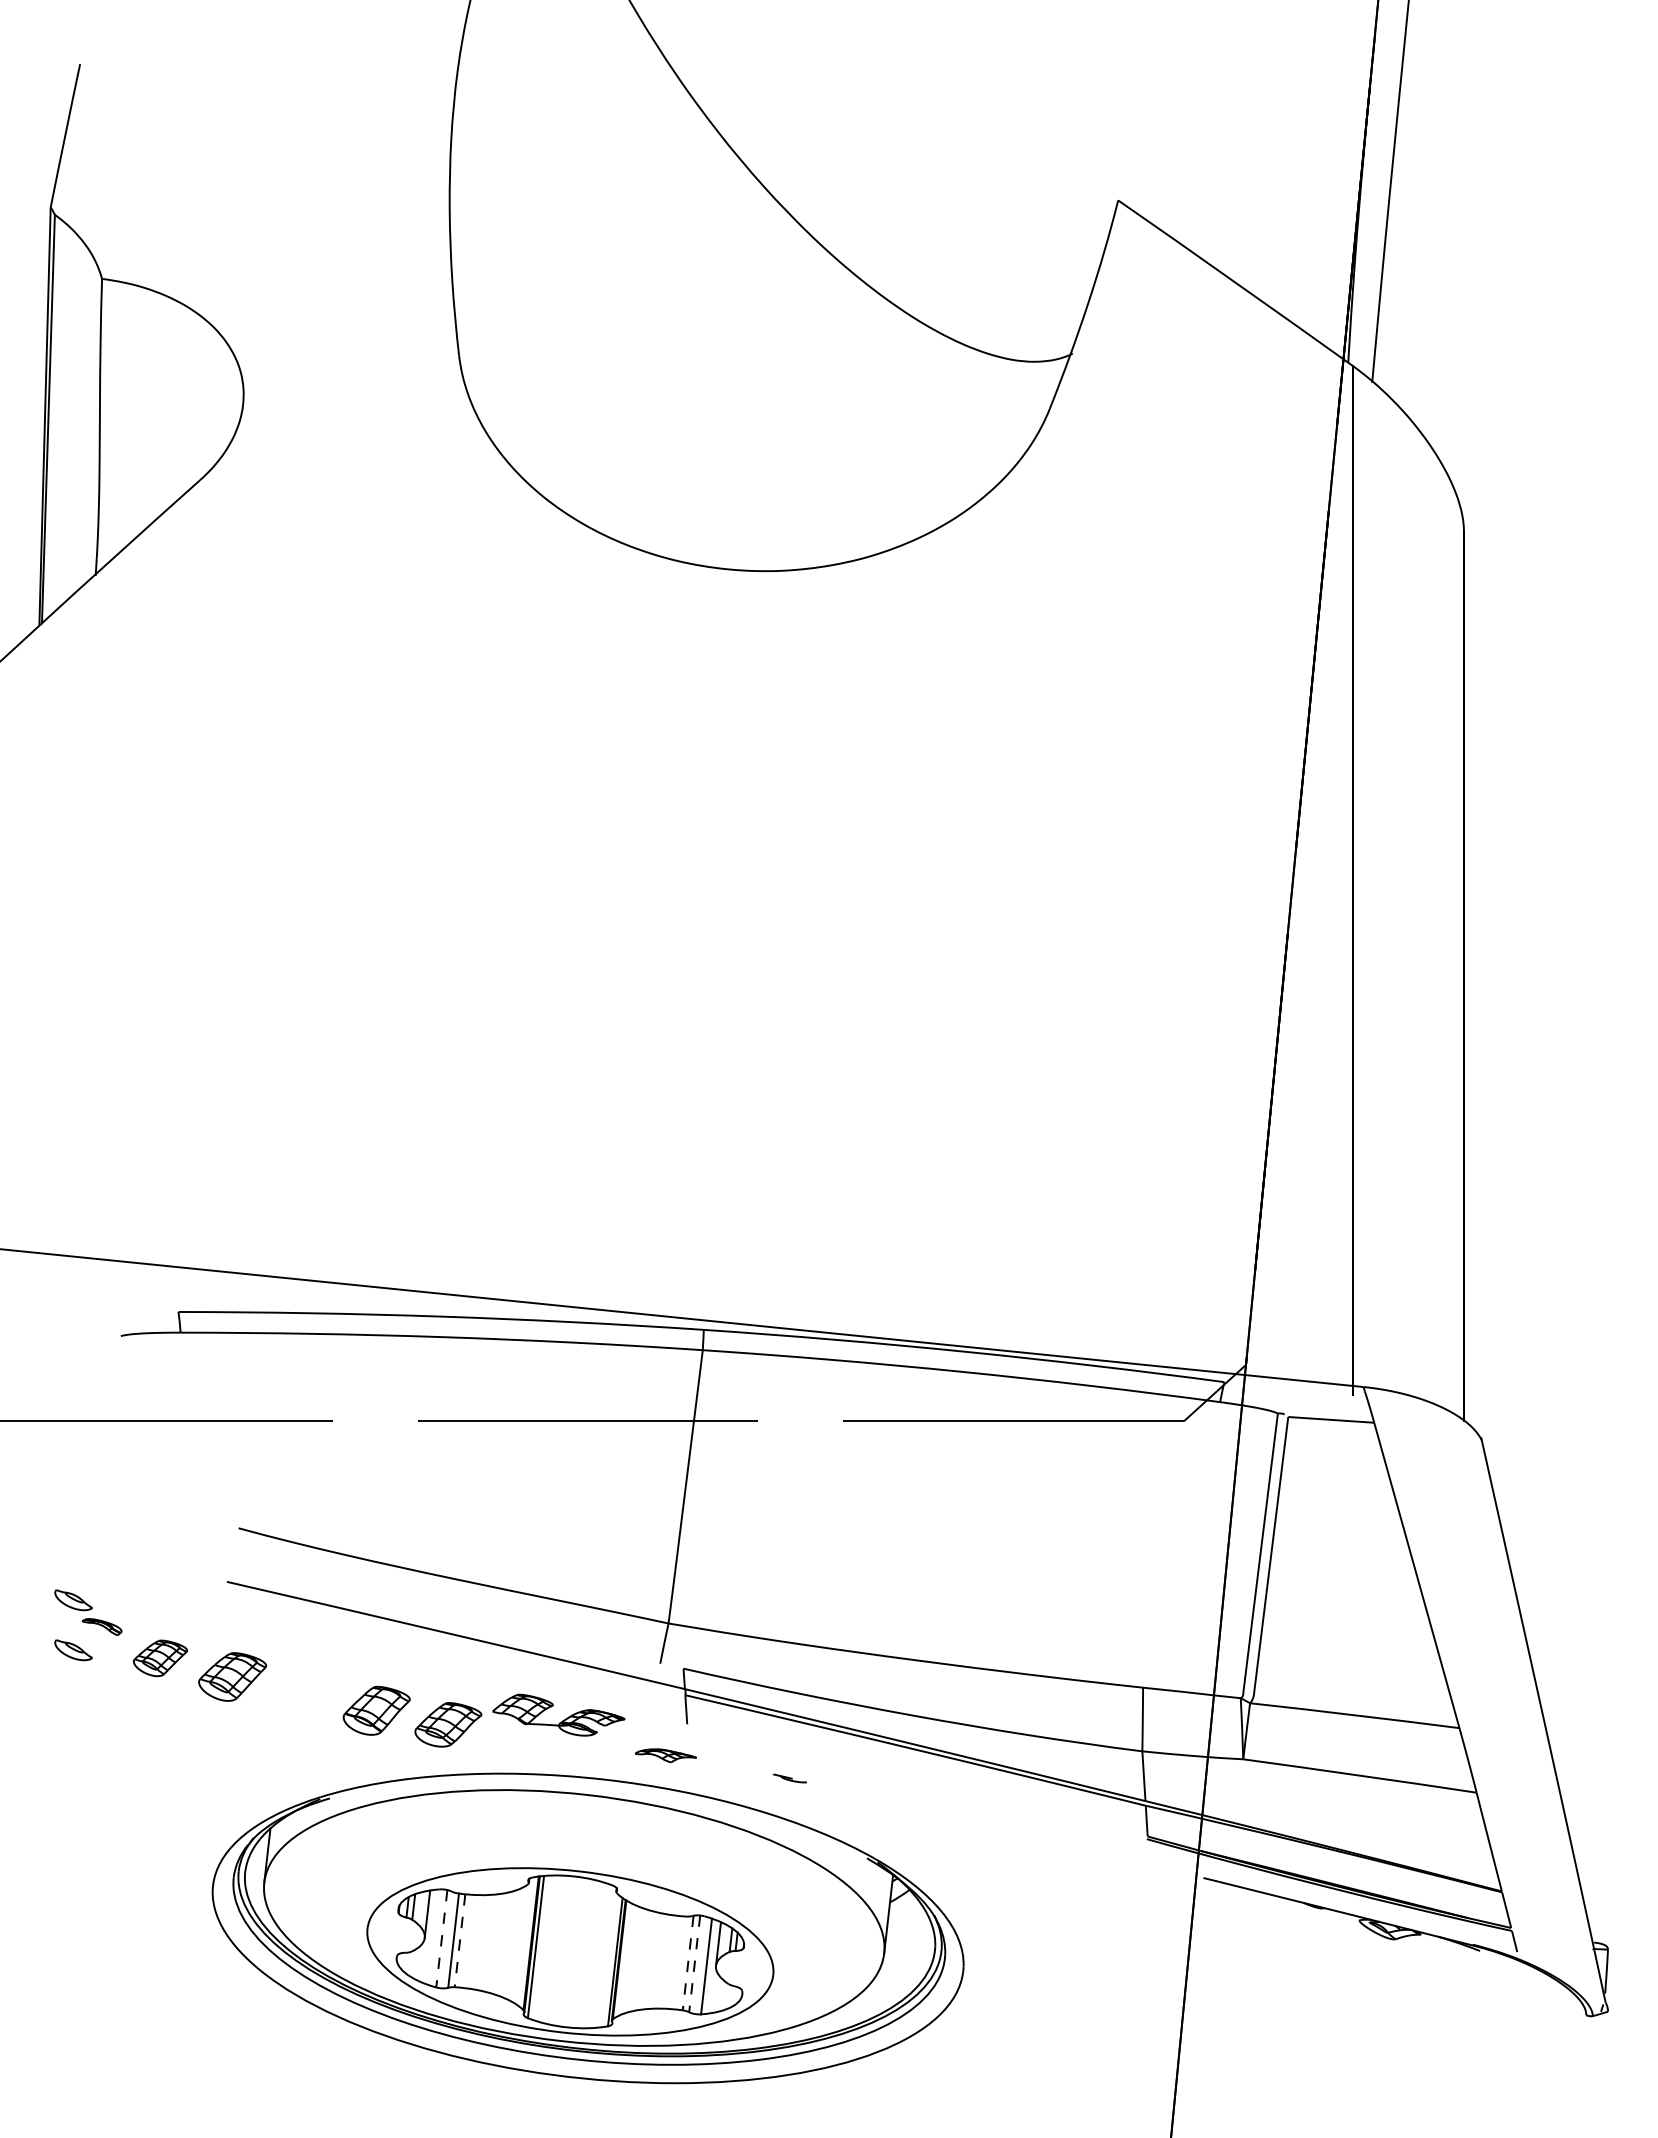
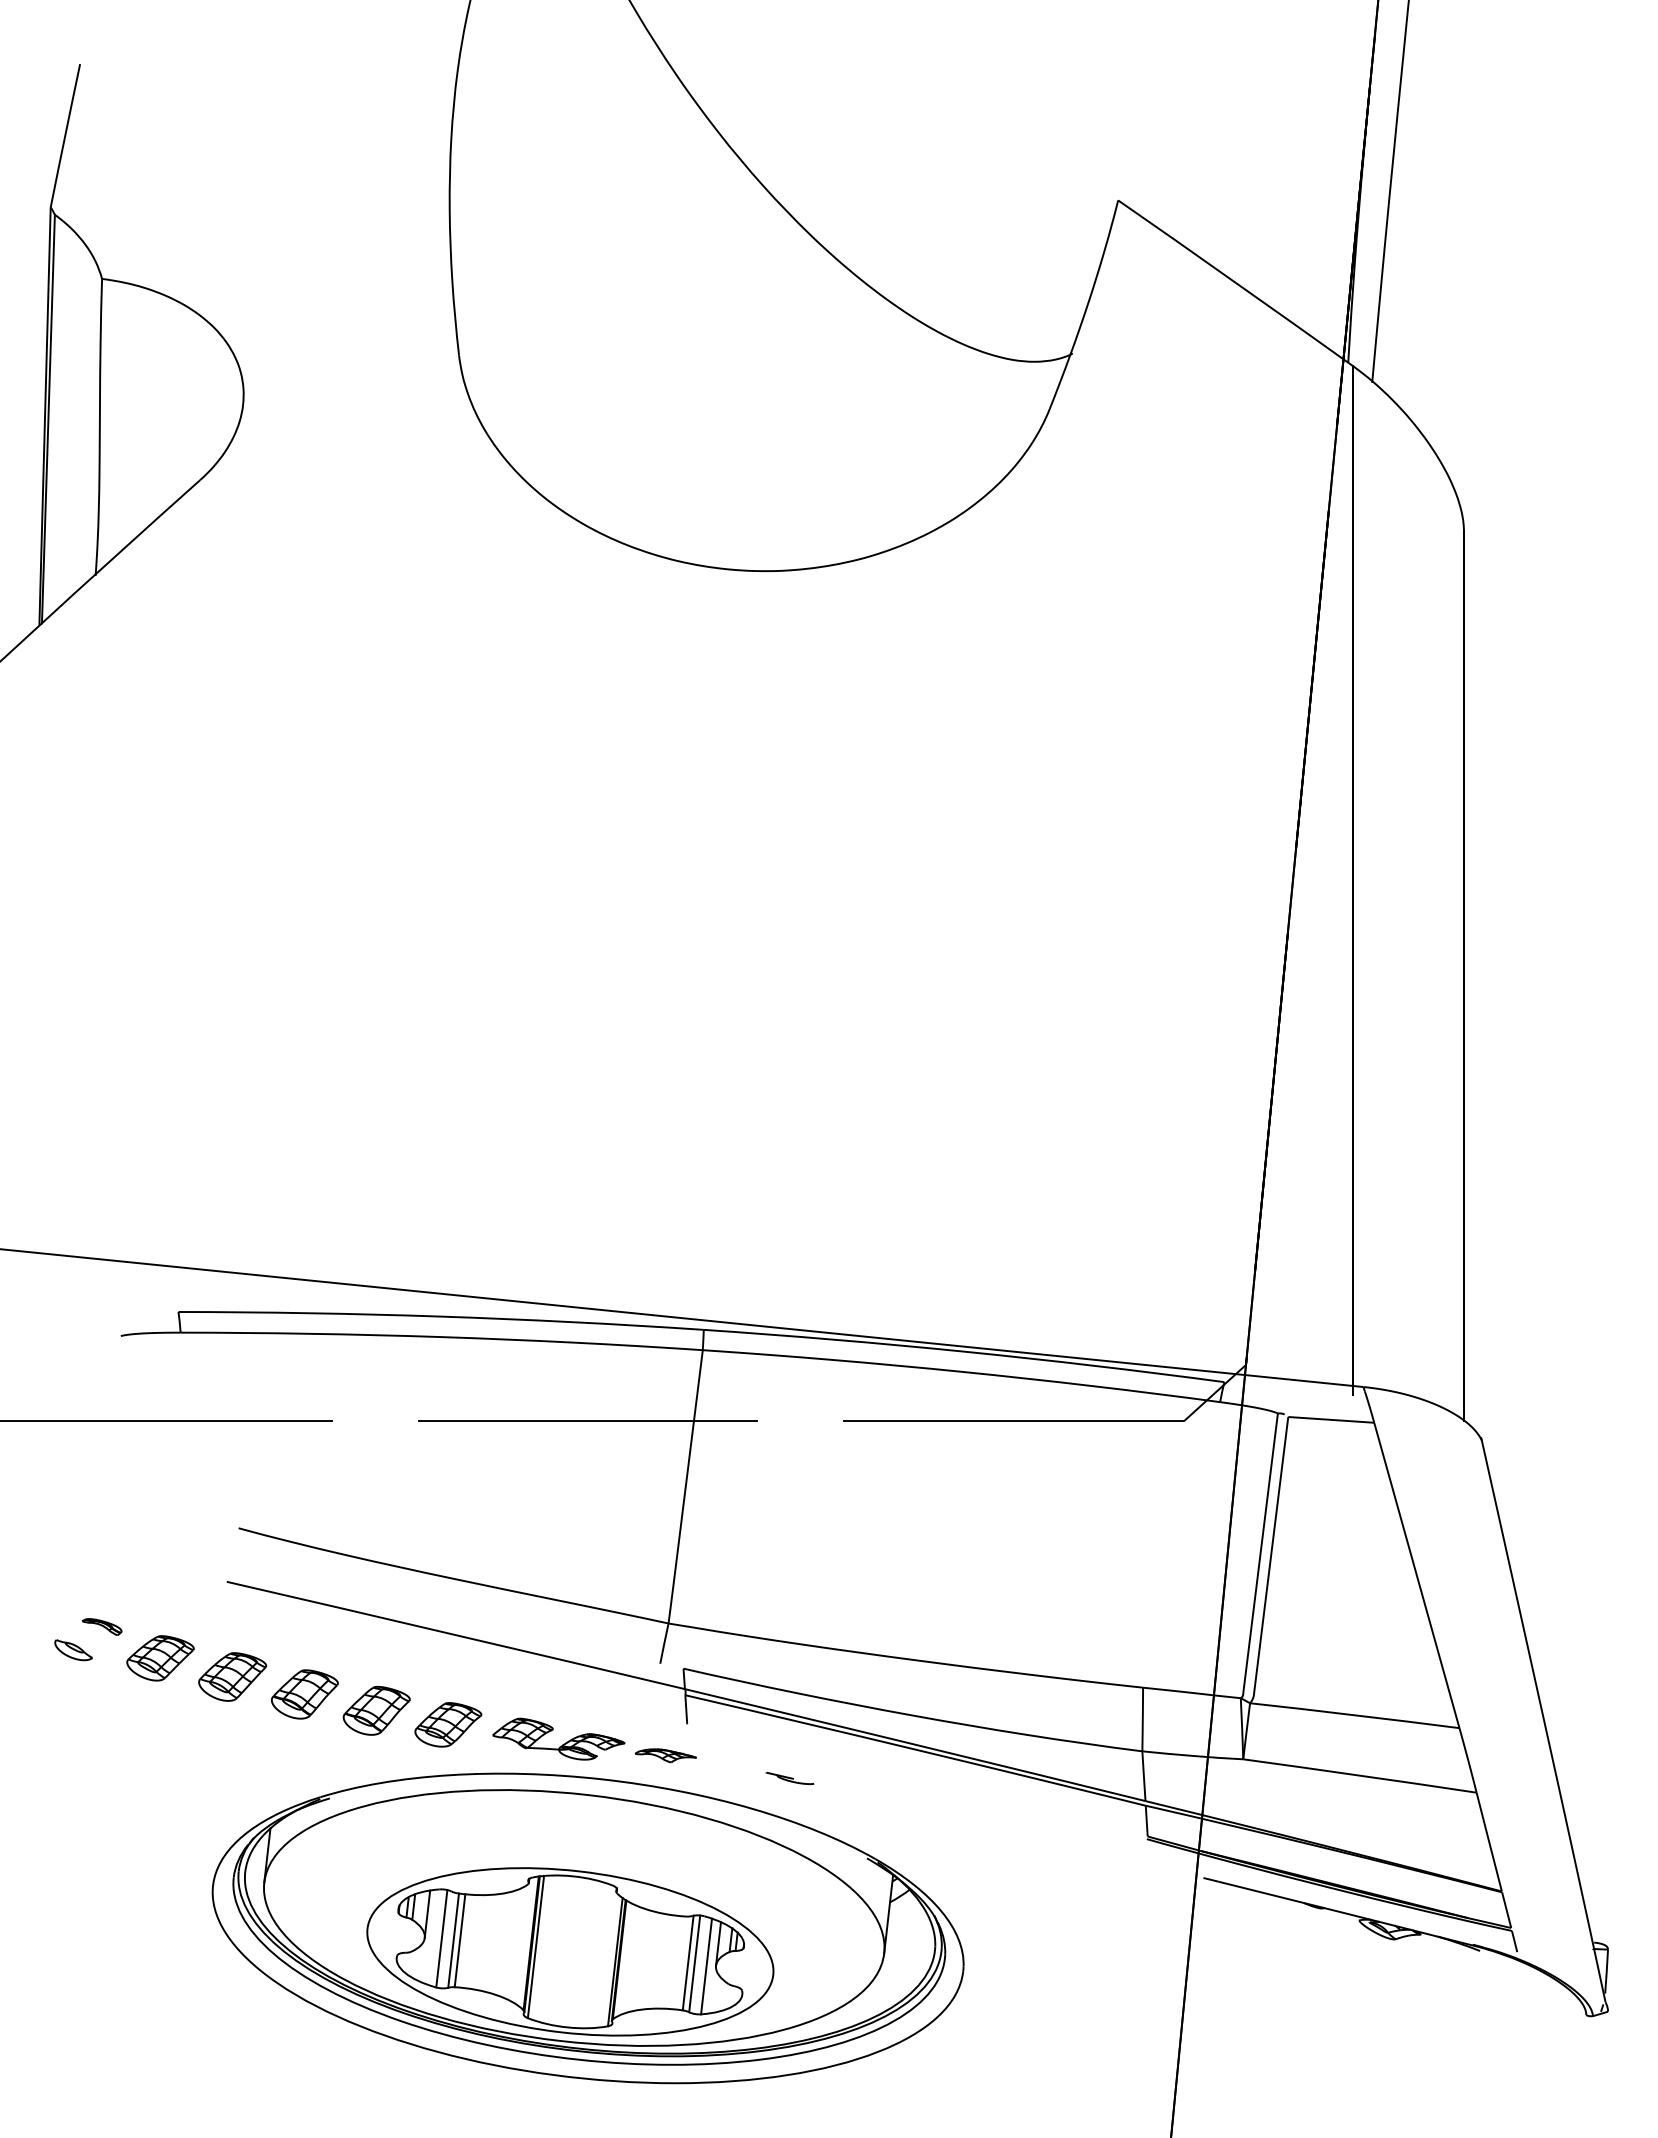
part at (73, 1600): present -> none
part at (160, 1658) size: 56x39 px -> 69x47 px
part at (304, 1694): none -> present
part at (563, 1719) position: (563, 1719) -> (563, 1743)
part at (789, 1778) size: 35x11 px -> 50x13 px
line at (441, 1939): dashed -> solid
line at (460, 1940): dashed -> solid
line at (688, 1963): dashed -> solid
line at (694, 1963): dashed -> solid
